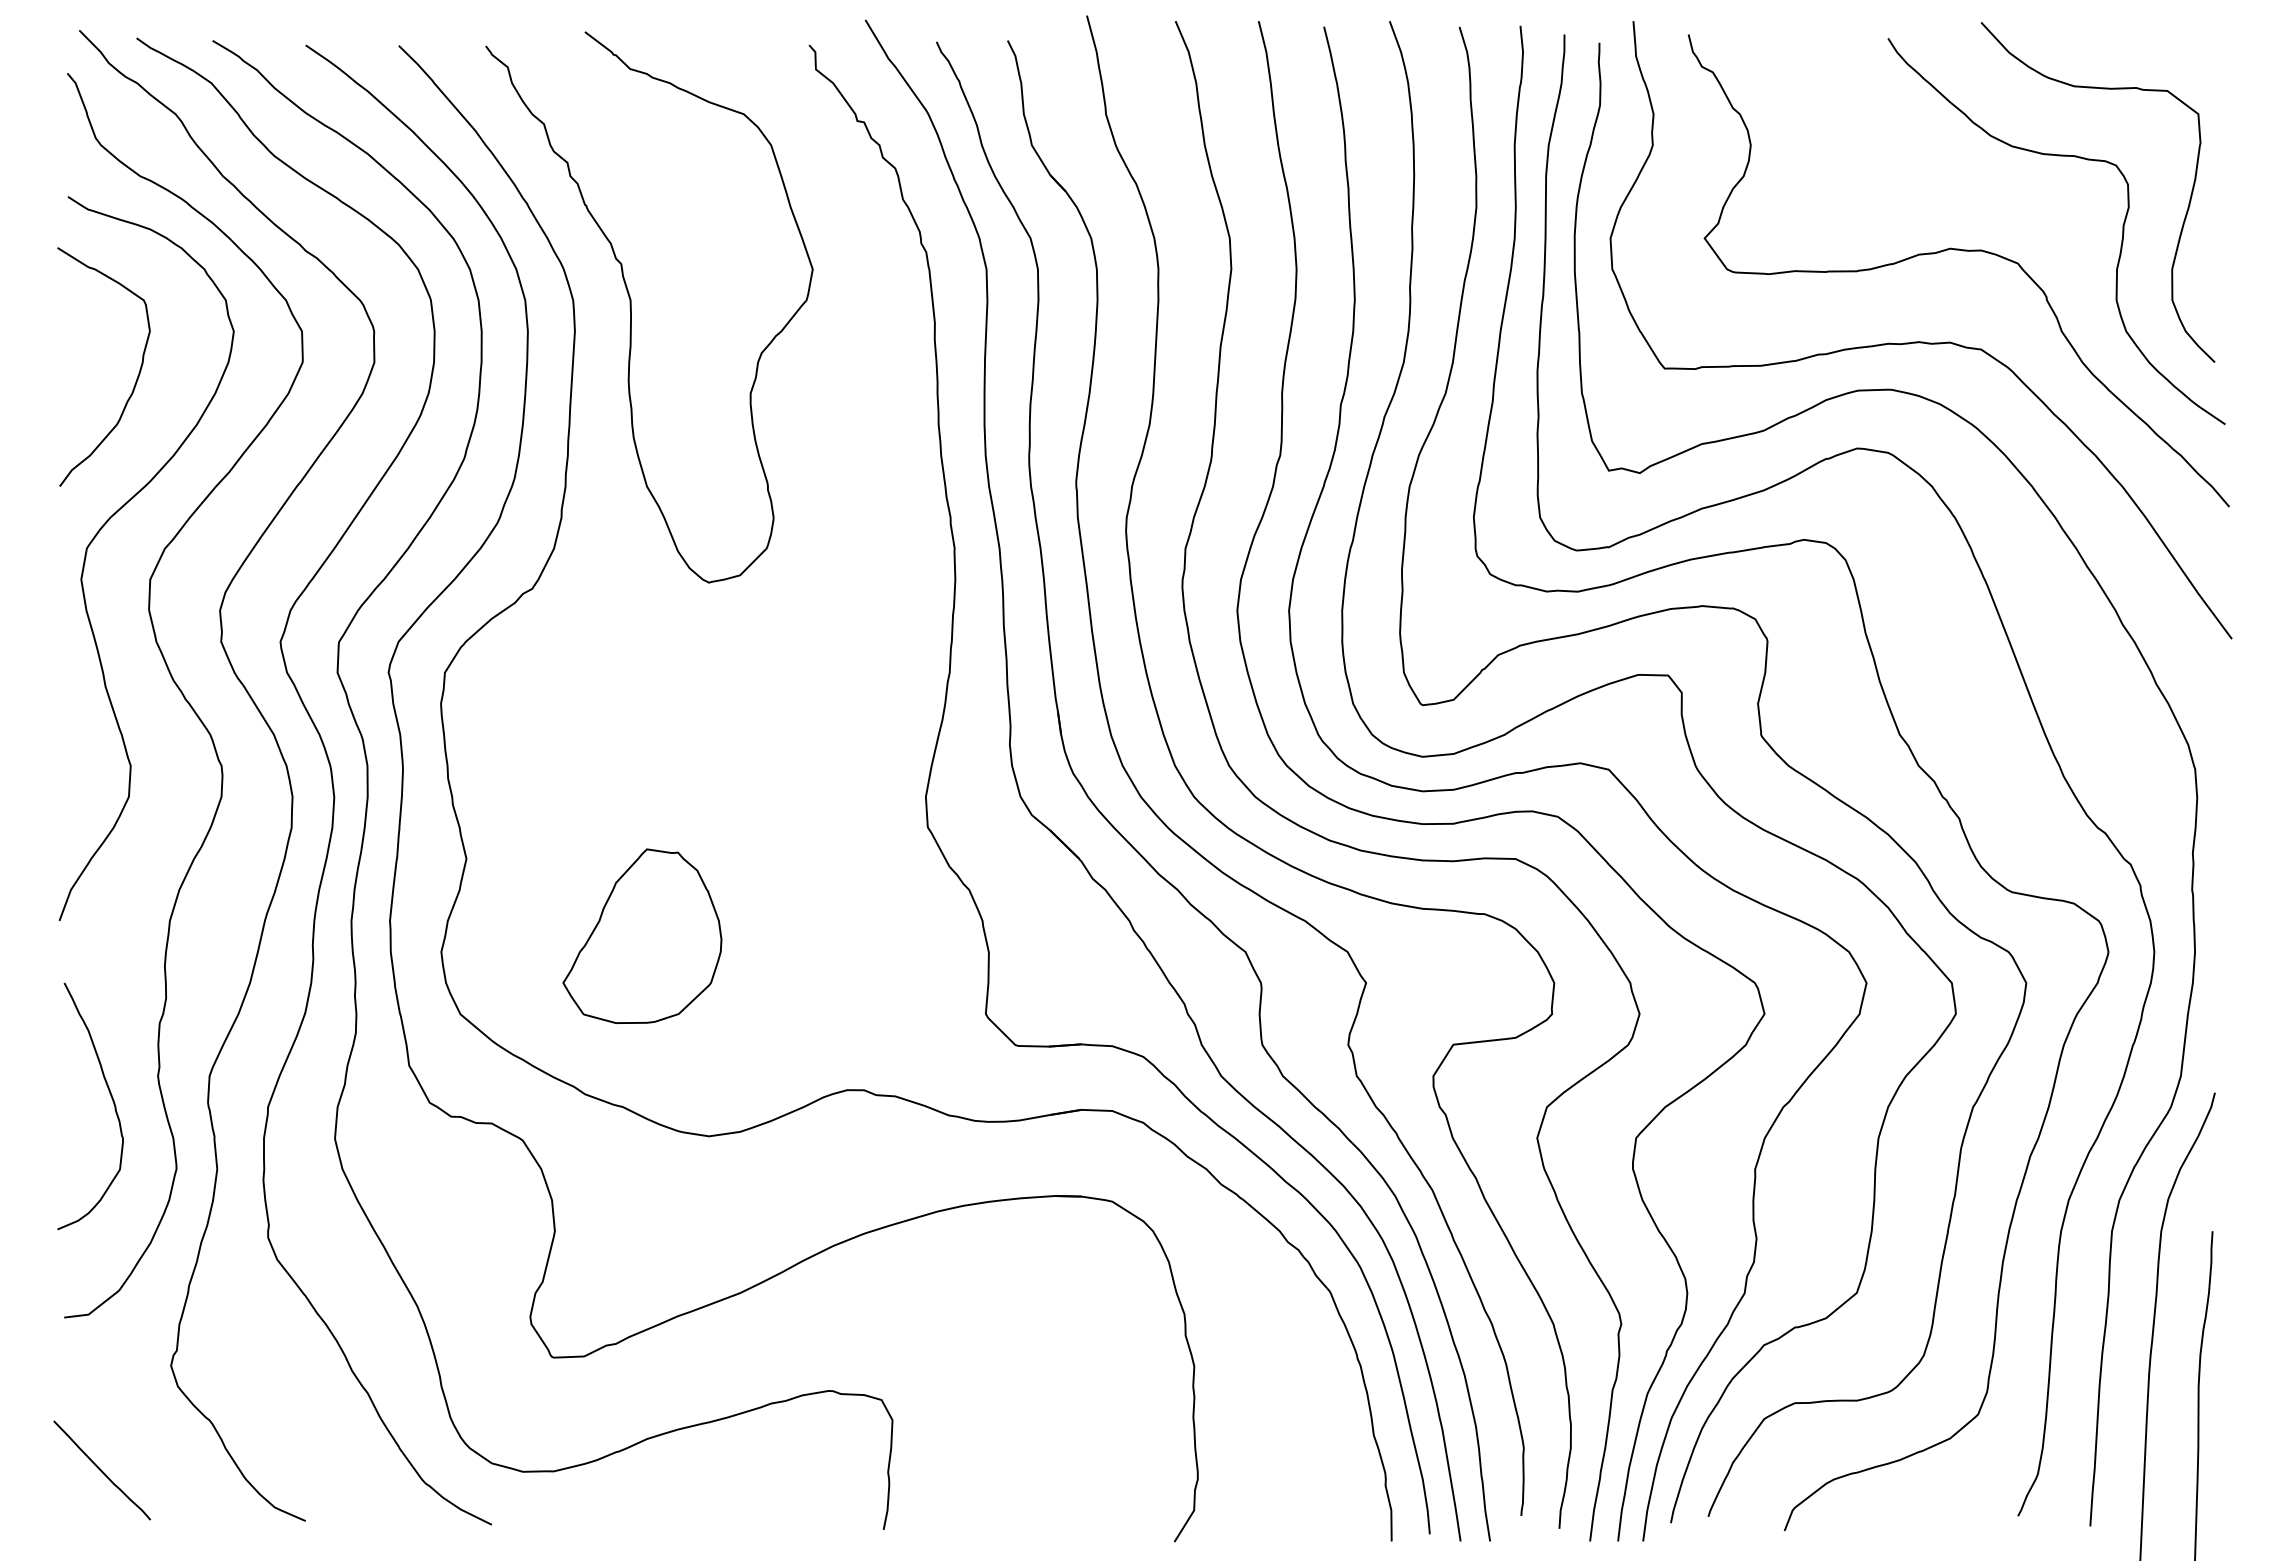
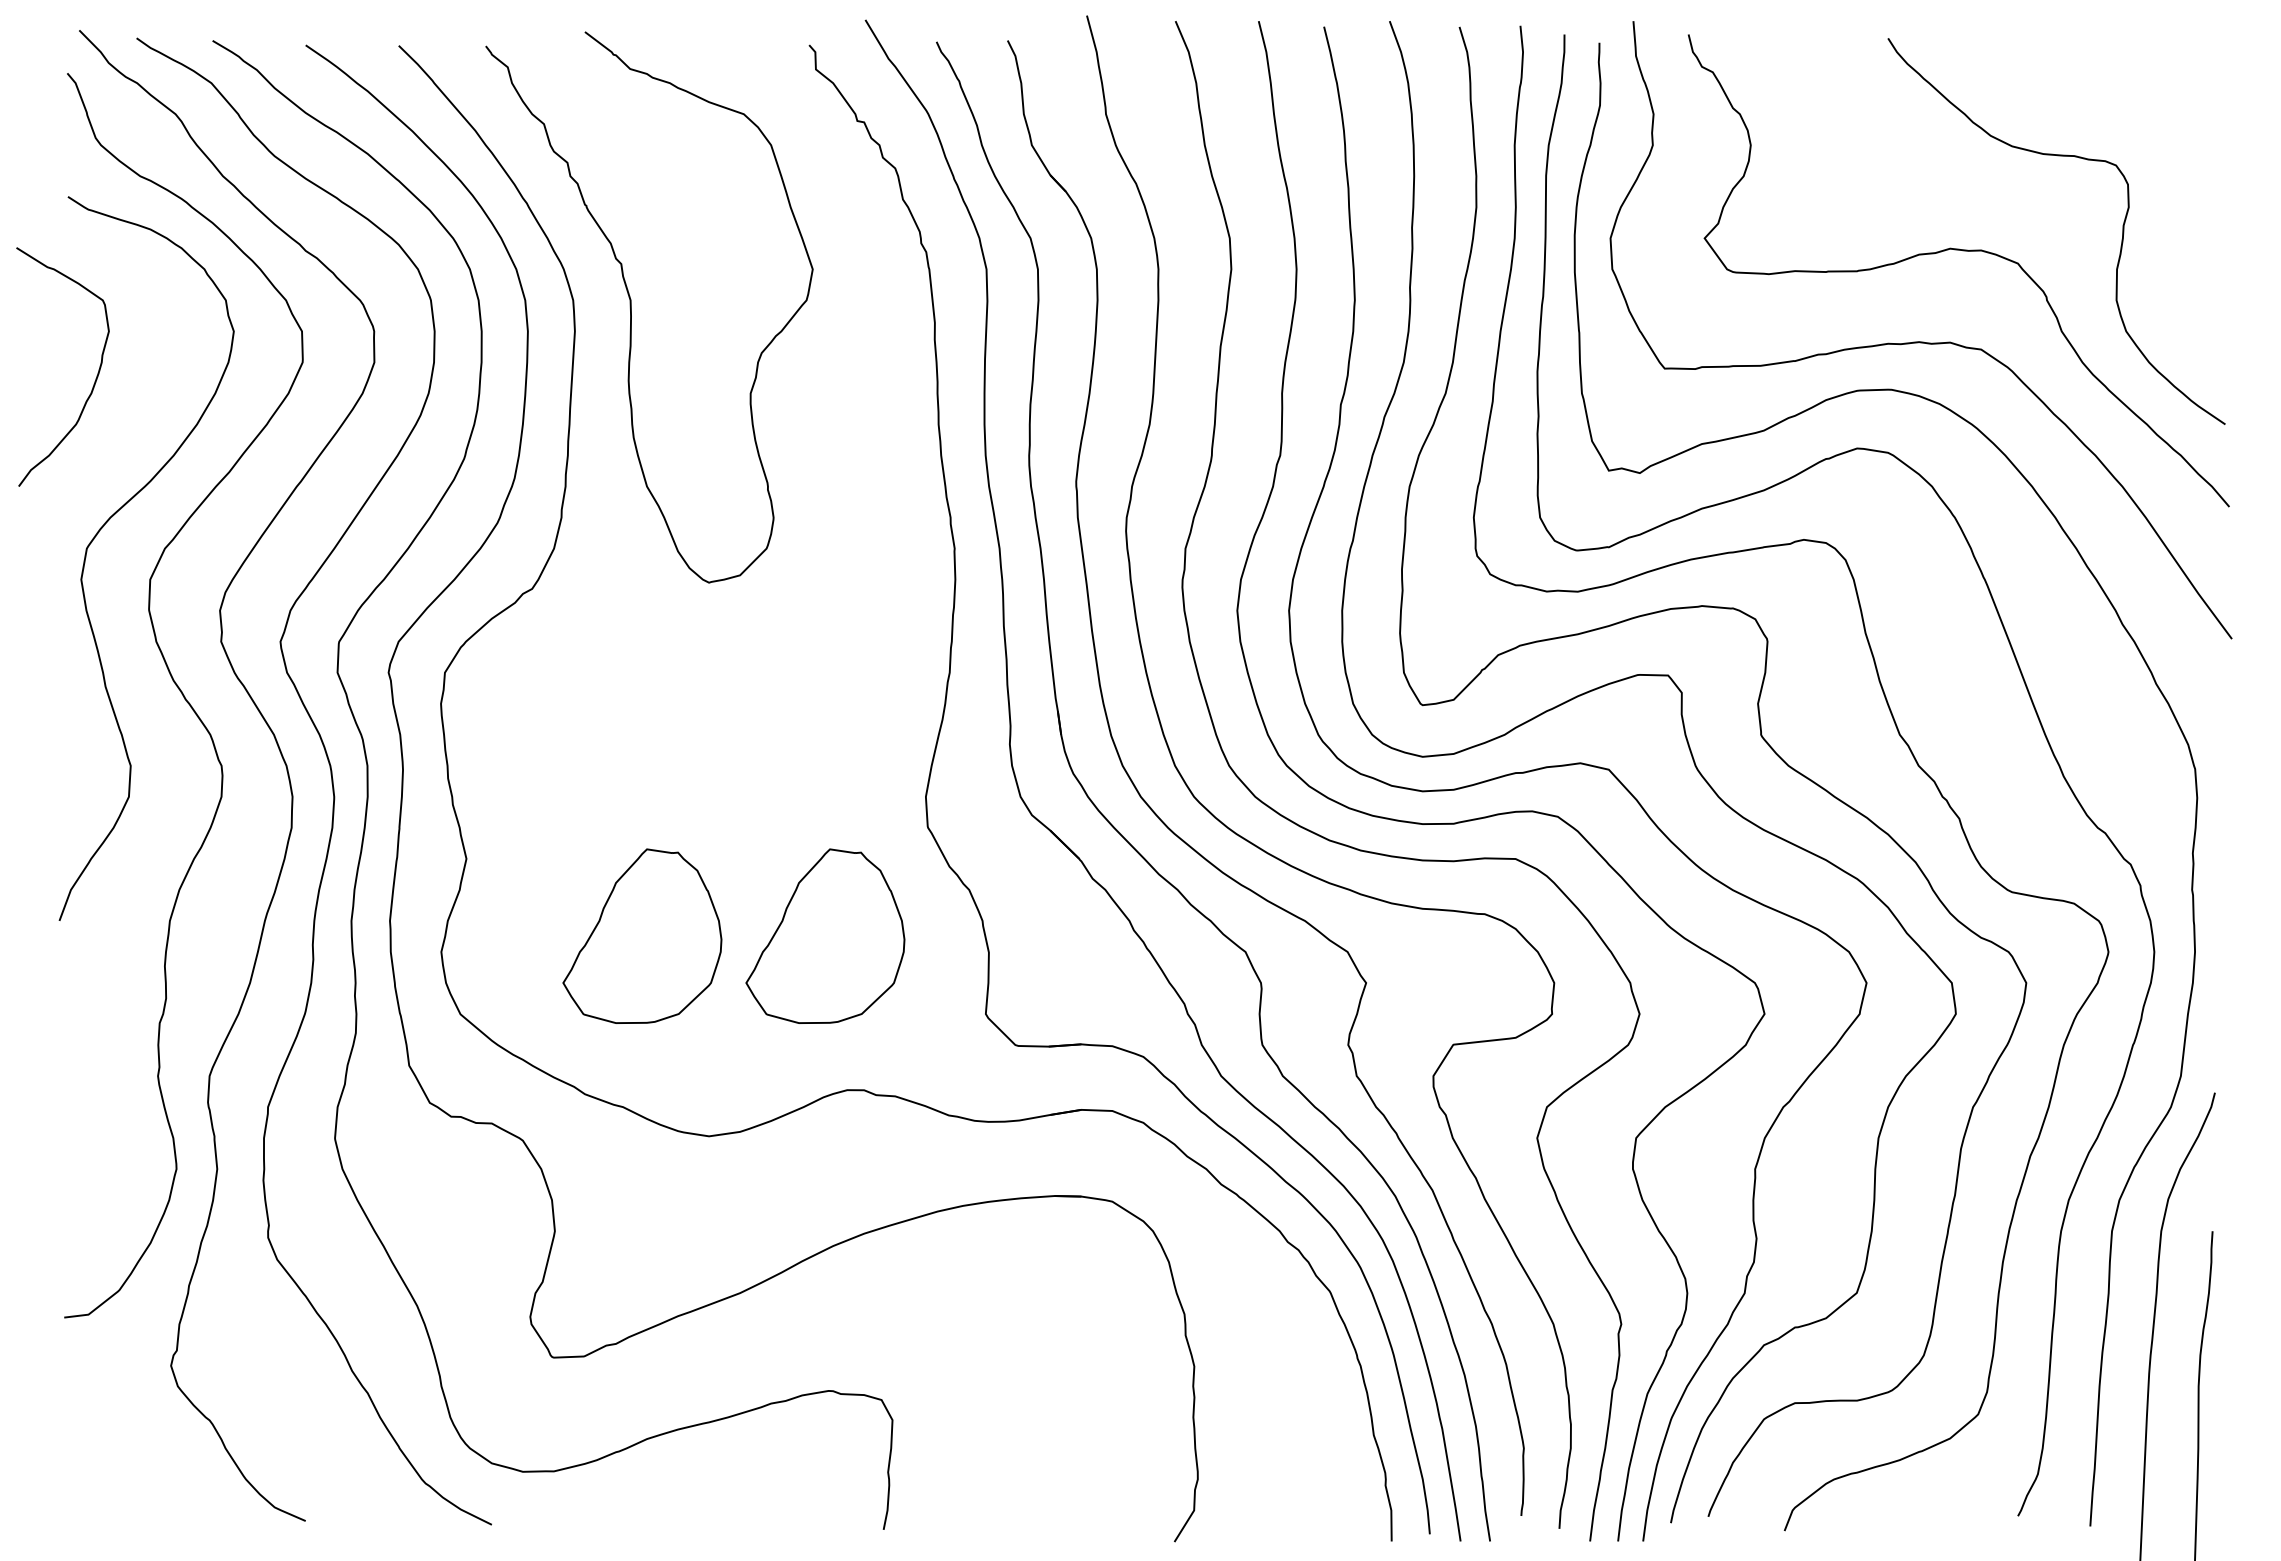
curve at (2183, 220): present -> none
curve at (136, 378) position: (136, 378) -> (95, 378)
part at (825, 935): none -> present
curve at (110, 1096): present -> none
curve at (101, 1470): present -> none
